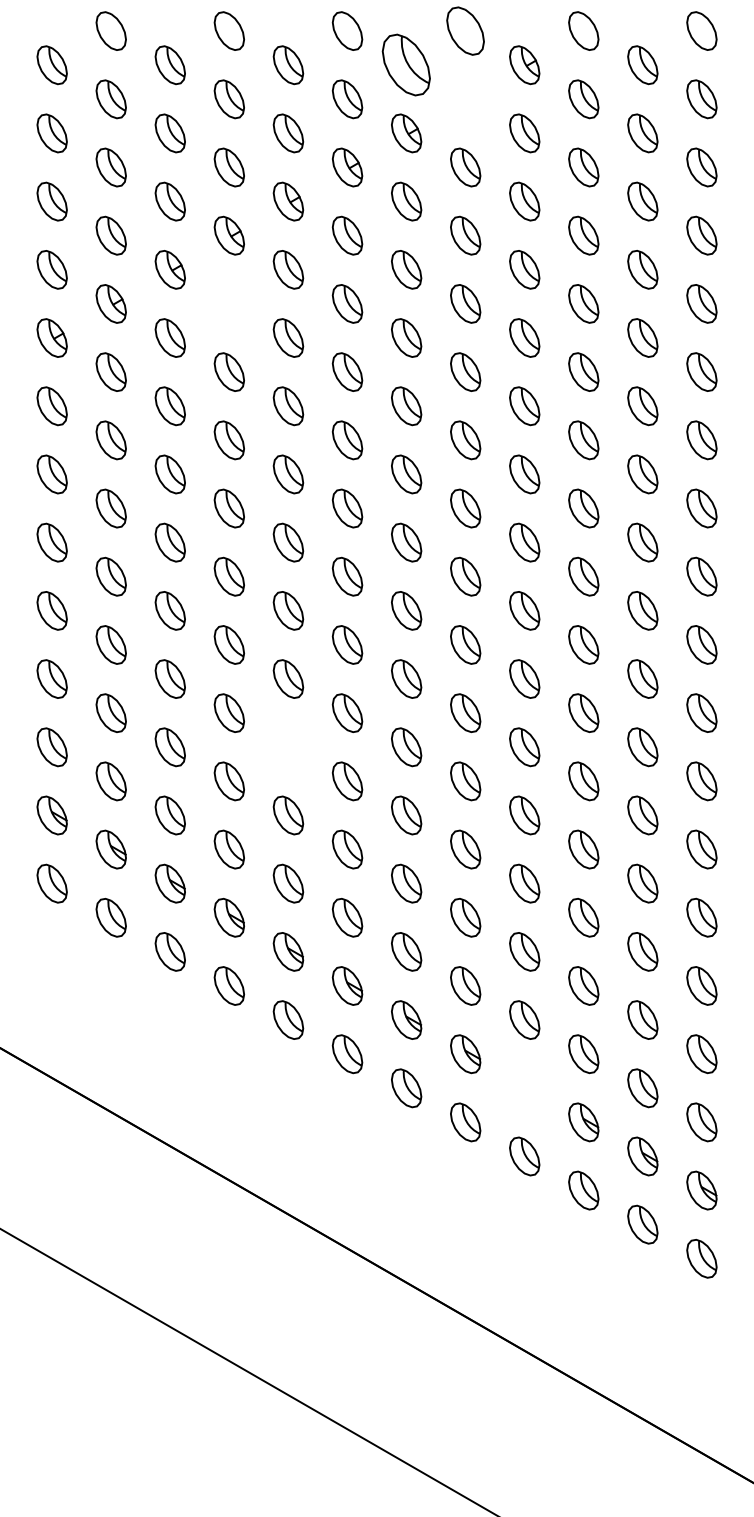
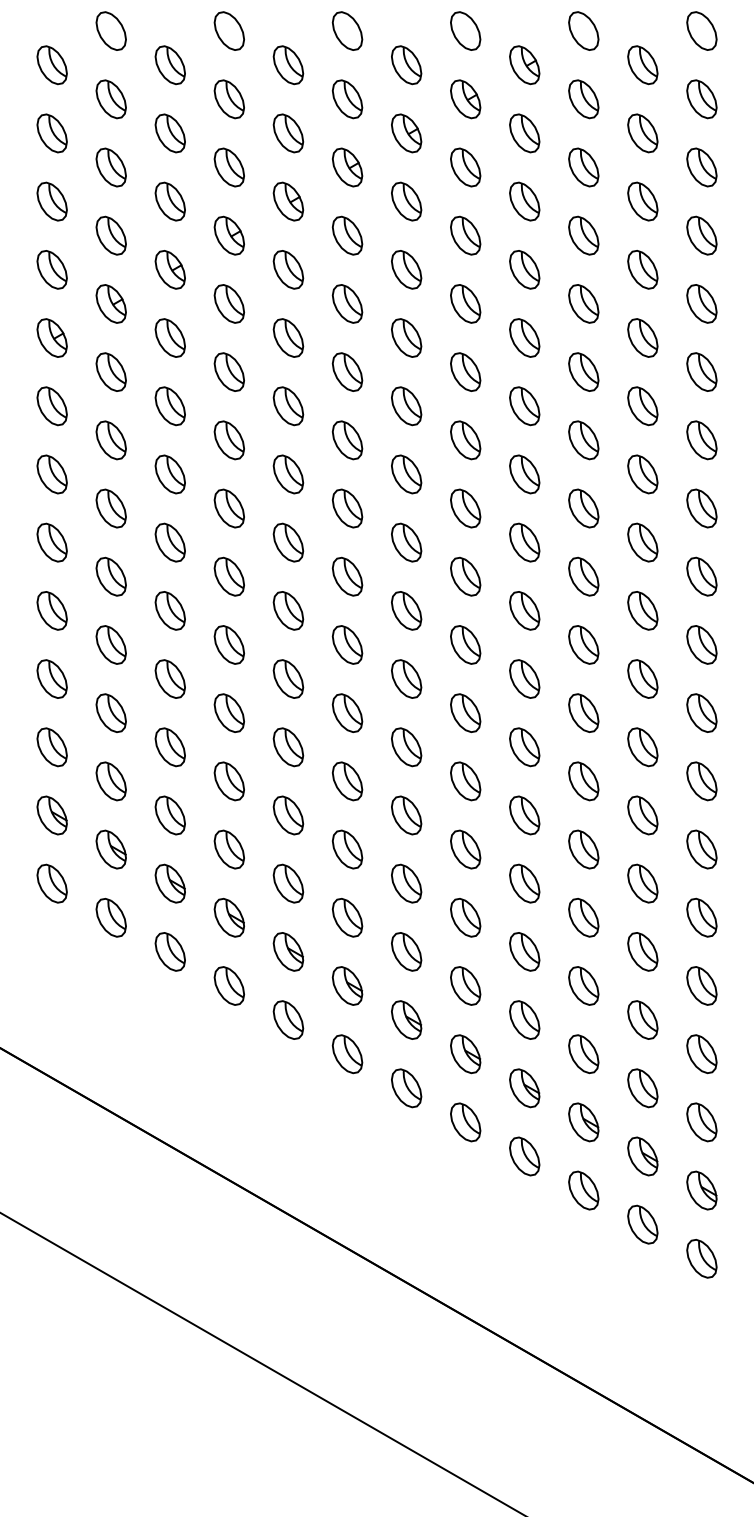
part at (465, 30) size: 39x50 px -> 32x40 px
part at (405, 64) size: 50x64 px -> 32x41 px
part at (465, 99): none -> present
part at (228, 303): none -> present
part at (288, 747): none -> present
part at (524, 1088): none -> present
line at (247, 1371) position: (247, 1371) -> (261, 1363)
